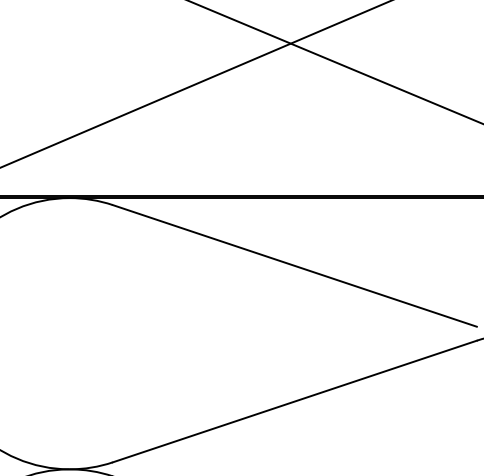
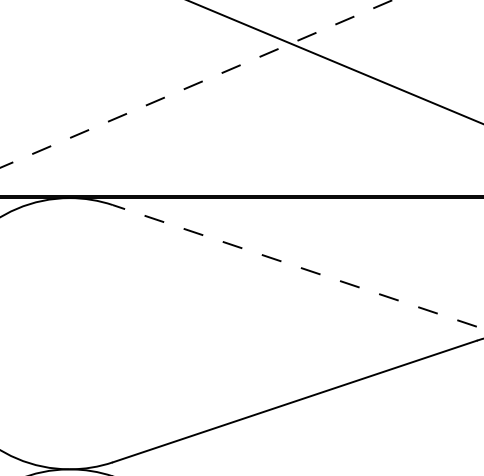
line at (196, 84): solid -> dashed
line at (294, 265): solid -> dashed
